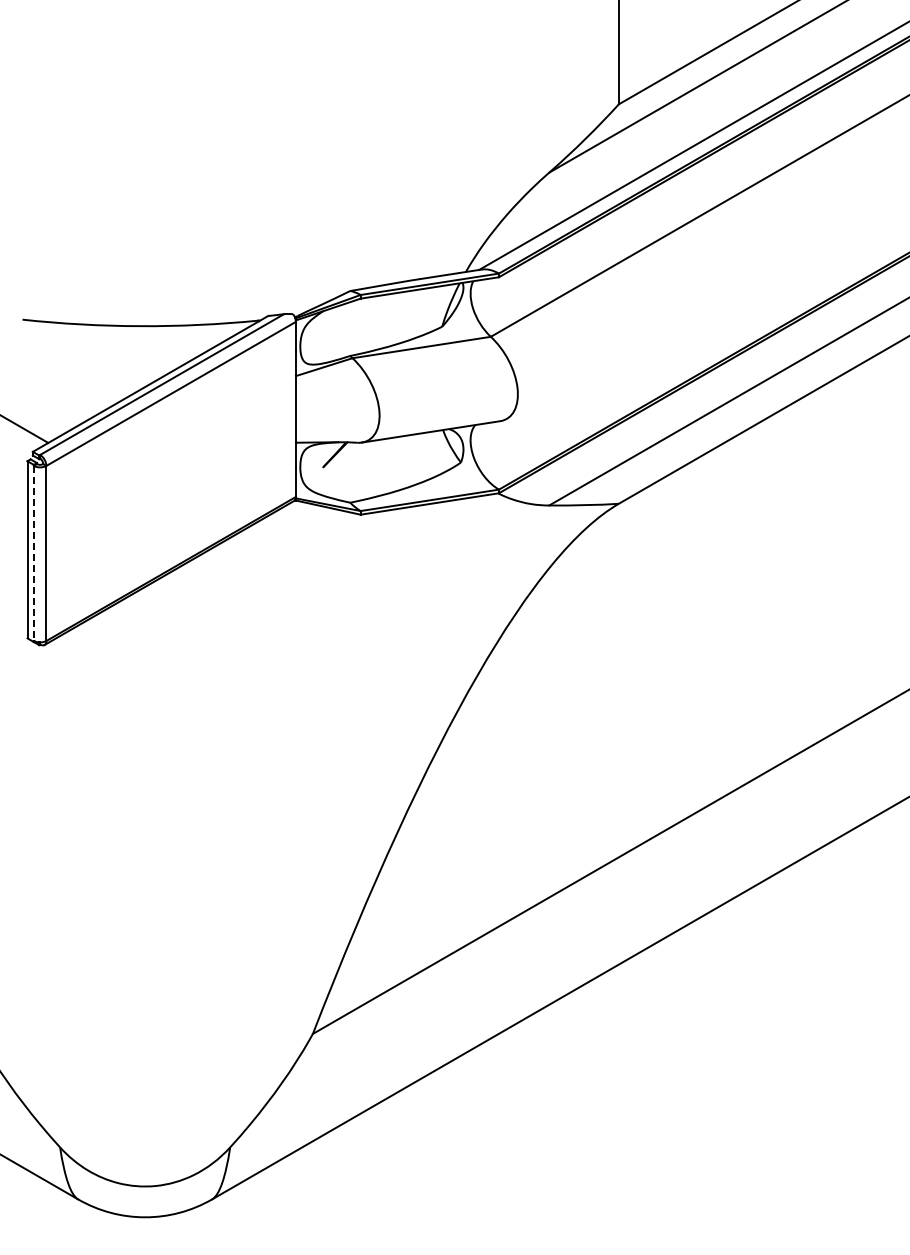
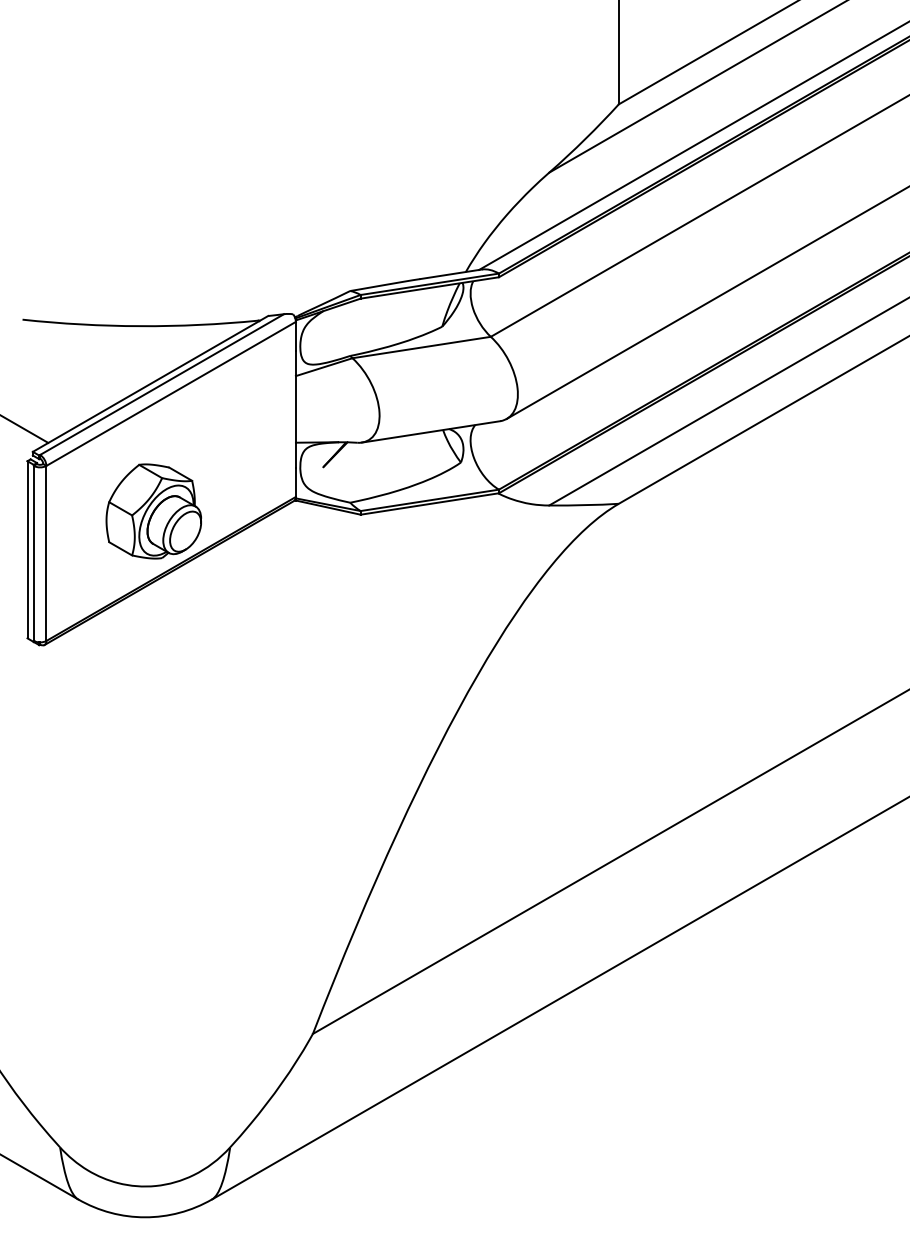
line at (706, 302): none -> present
part at (153, 511): none -> present
line at (33, 553): dashed -> solid
